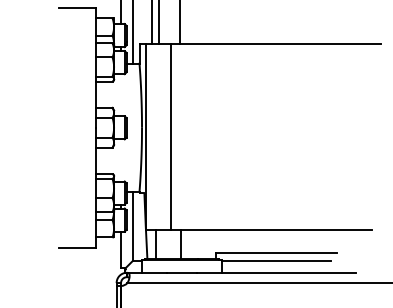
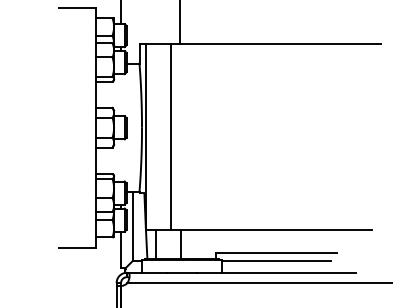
line at (151, 23): present -> none
line at (159, 23): present -> none
line at (132, 32): present -> none
